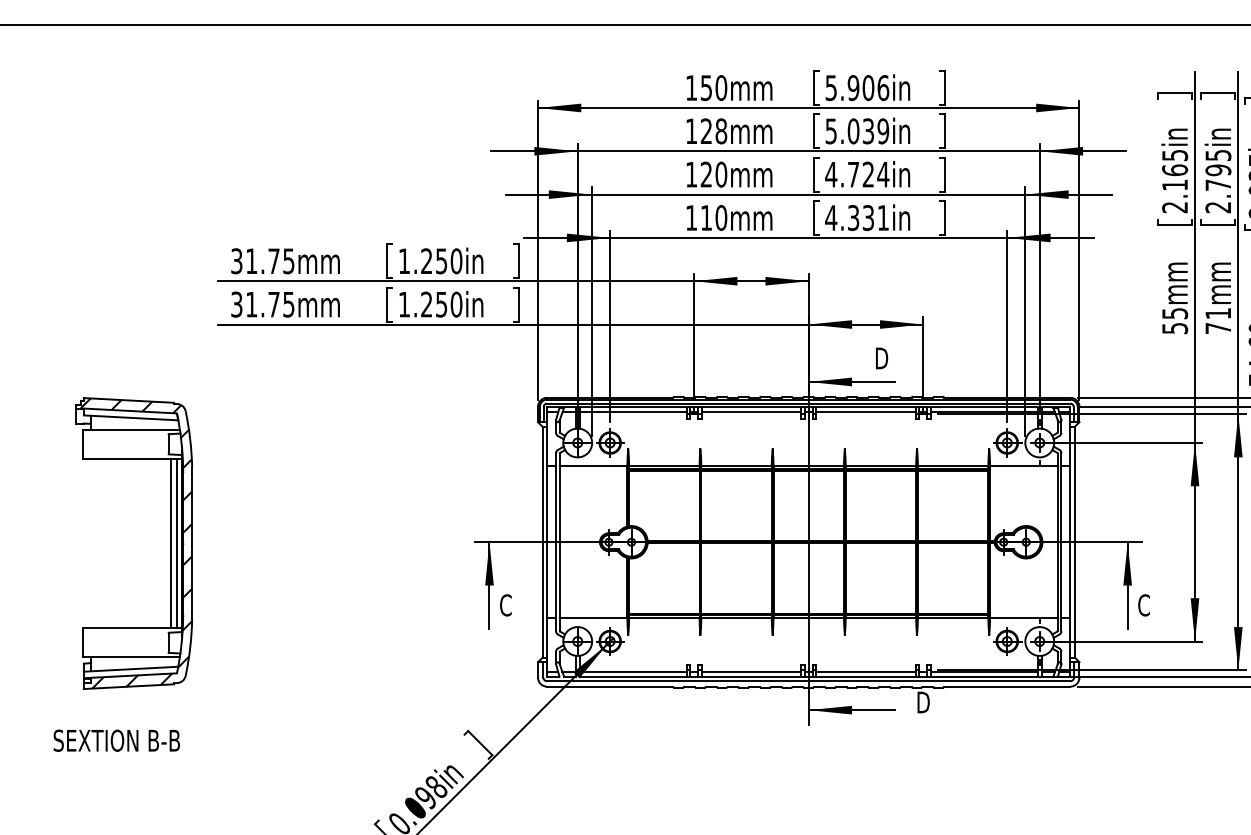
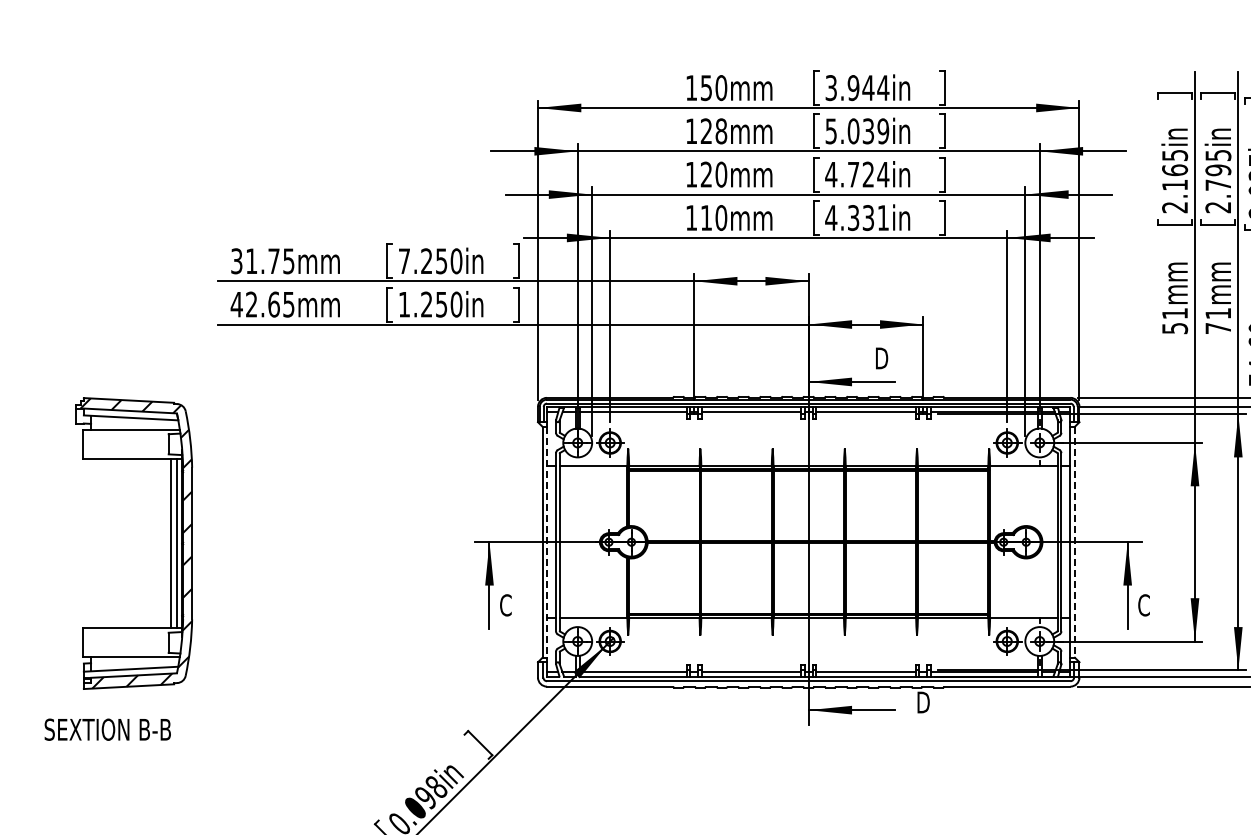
line at (624, 24): present -> none
text at (857, 88): 5.906in -> 3.944in
text at (404, 260): 1.250in -> 7.250in
text at (254, 304): 31.75mm -> 42.65mm
text at (1175, 313): 55mm -> 51mm
line at (547, 542): solid -> dashed
line at (1074, 542): solid -> dashed
text at (116, 740) position: (116, 740) -> (107, 729)
